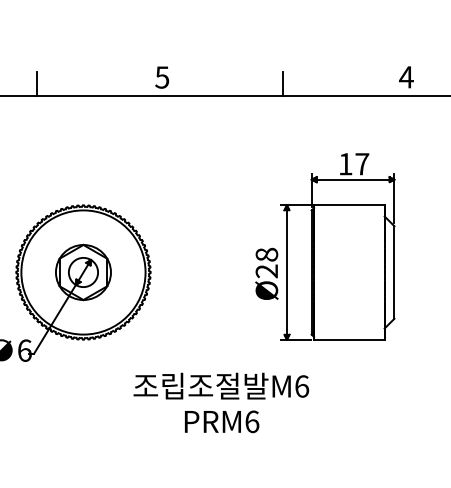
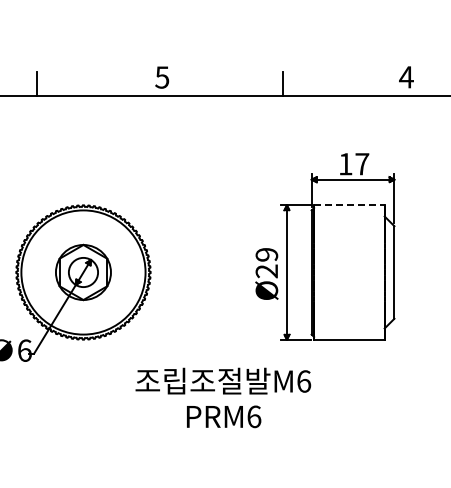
line at (349, 205): solid -> dashed
text at (266, 254): Ø28 -> Ø29
text at (221, 402) position: (221, 402) -> (223, 397)
